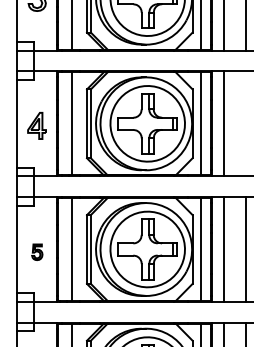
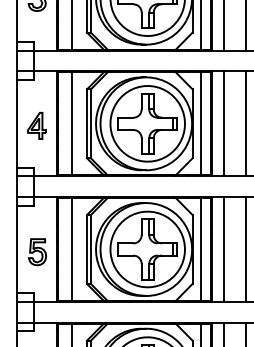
line at (246, 123): none -> present
part at (37, 251) size: 13x18 px -> 20x29 px
